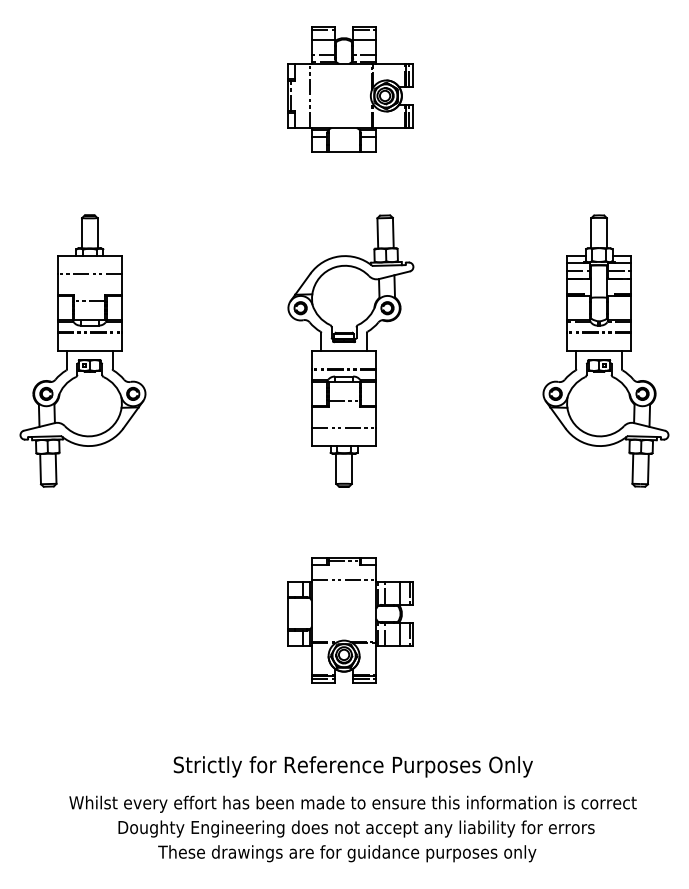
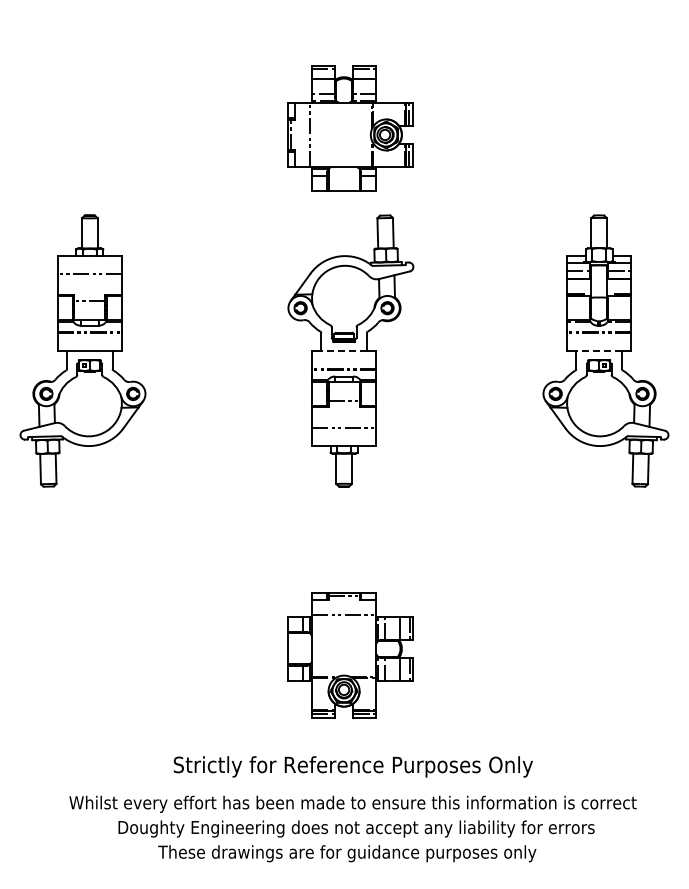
part at (350, 89) position: (350, 89) -> (350, 128)
line at (344, 351): solid -> dashed
line at (599, 351): solid -> dashed
part at (350, 620) position: (350, 620) -> (350, 655)
